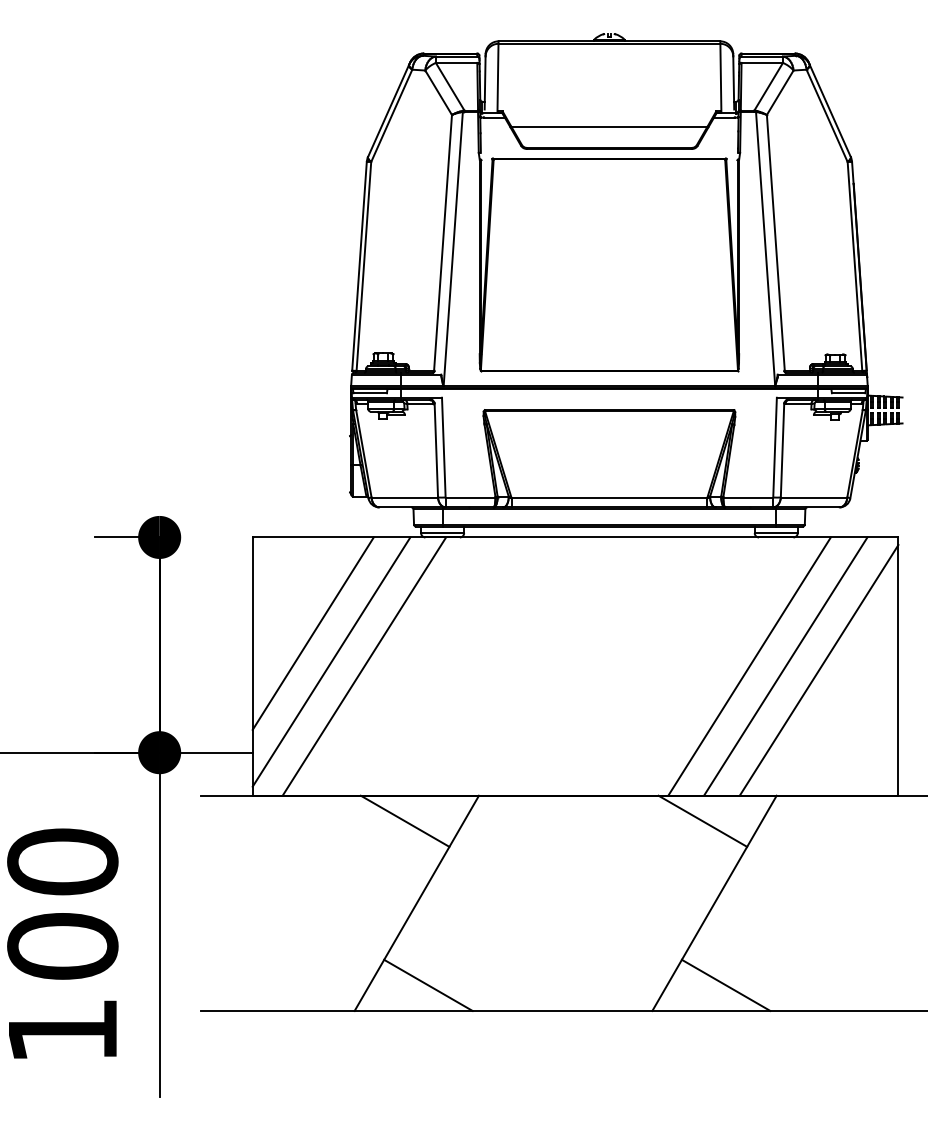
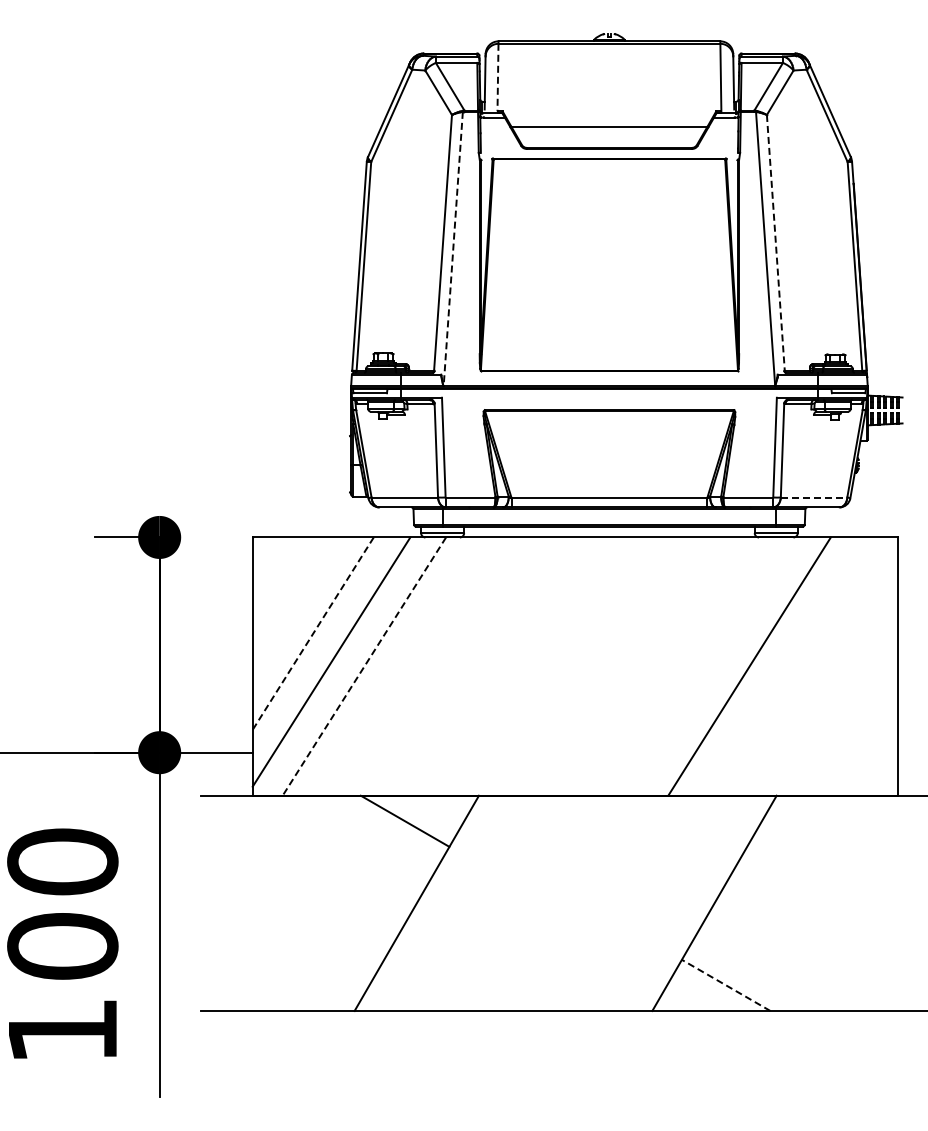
line at (498, 77): solid -> dashed
line at (775, 243): solid -> dashed
line at (453, 249): solid -> dashed
line at (814, 497): solid -> dashed
line at (313, 633): solid -> dashed
line at (364, 666): solid -> dashed
line at (785, 666): present -> none
line at (818, 670): present -> none
line at (702, 820): present -> none
line at (428, 984): present -> none
line at (725, 985): solid -> dashed
